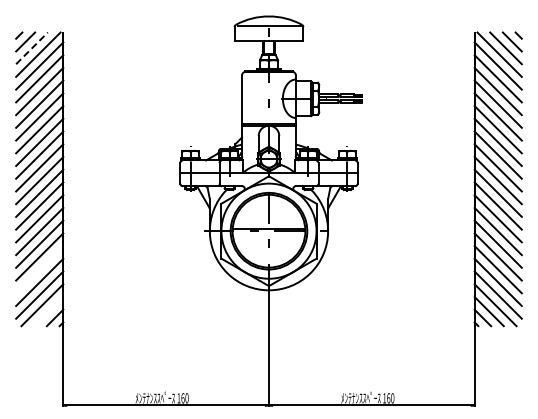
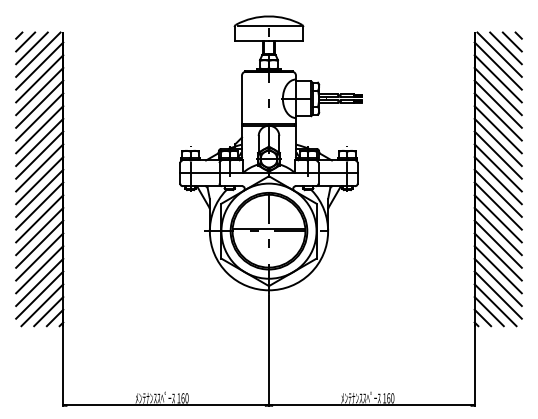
line at (32, 48): dashed -> solid
line at (39, 269): none -> present
line at (48, 311): none -> present
